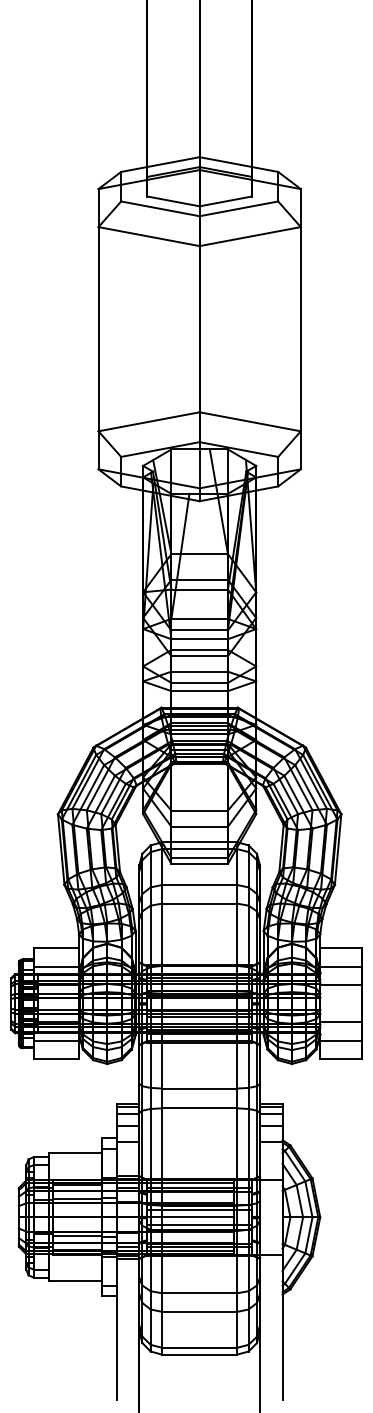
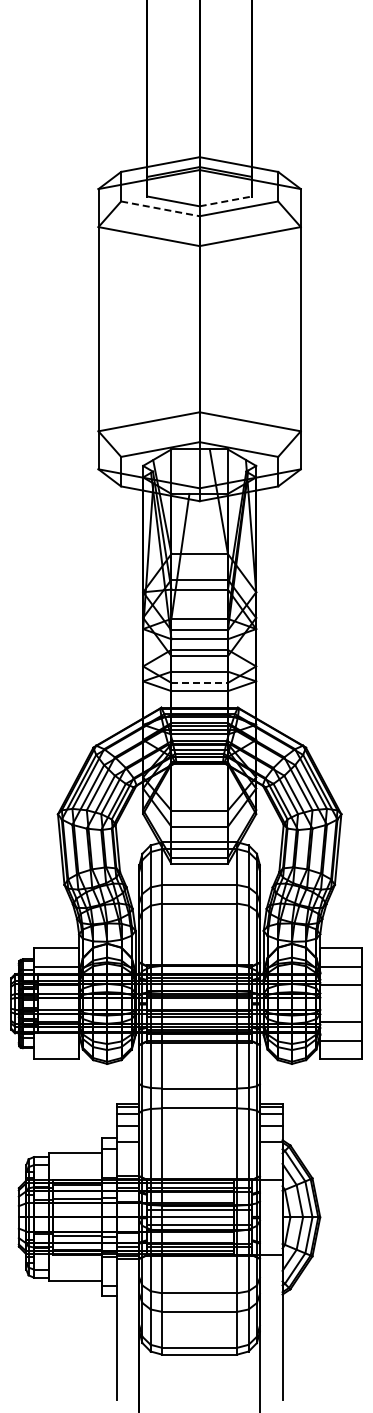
line at (225, 201): solid -> dashed
line at (160, 208): solid -> dashed
line at (200, 682): solid -> dashed
line at (56, 1040): present -> none
